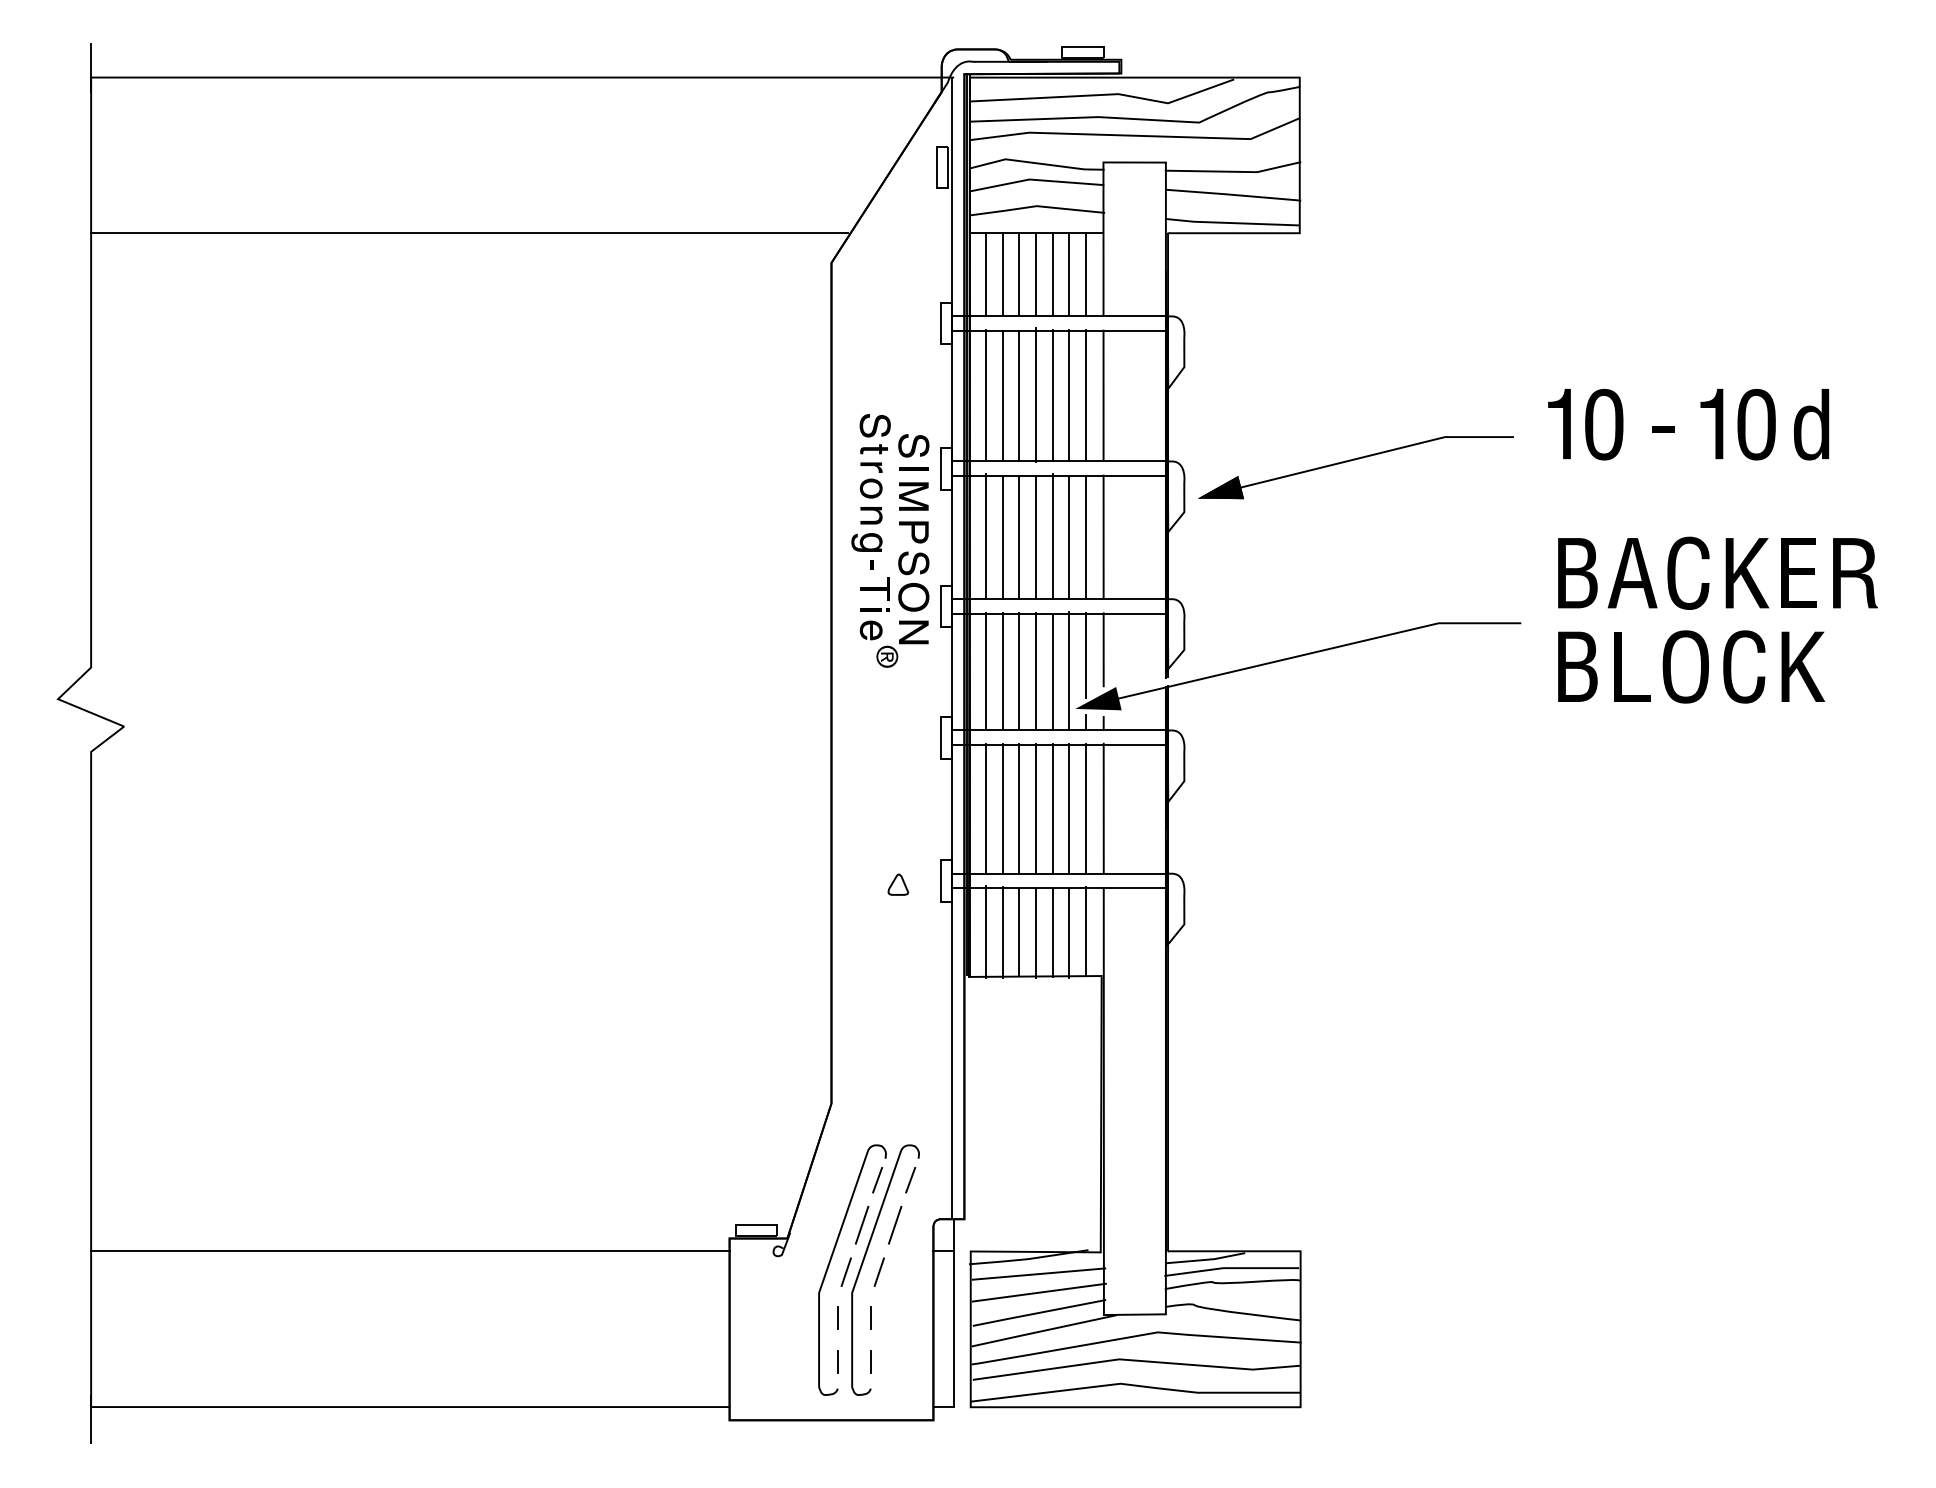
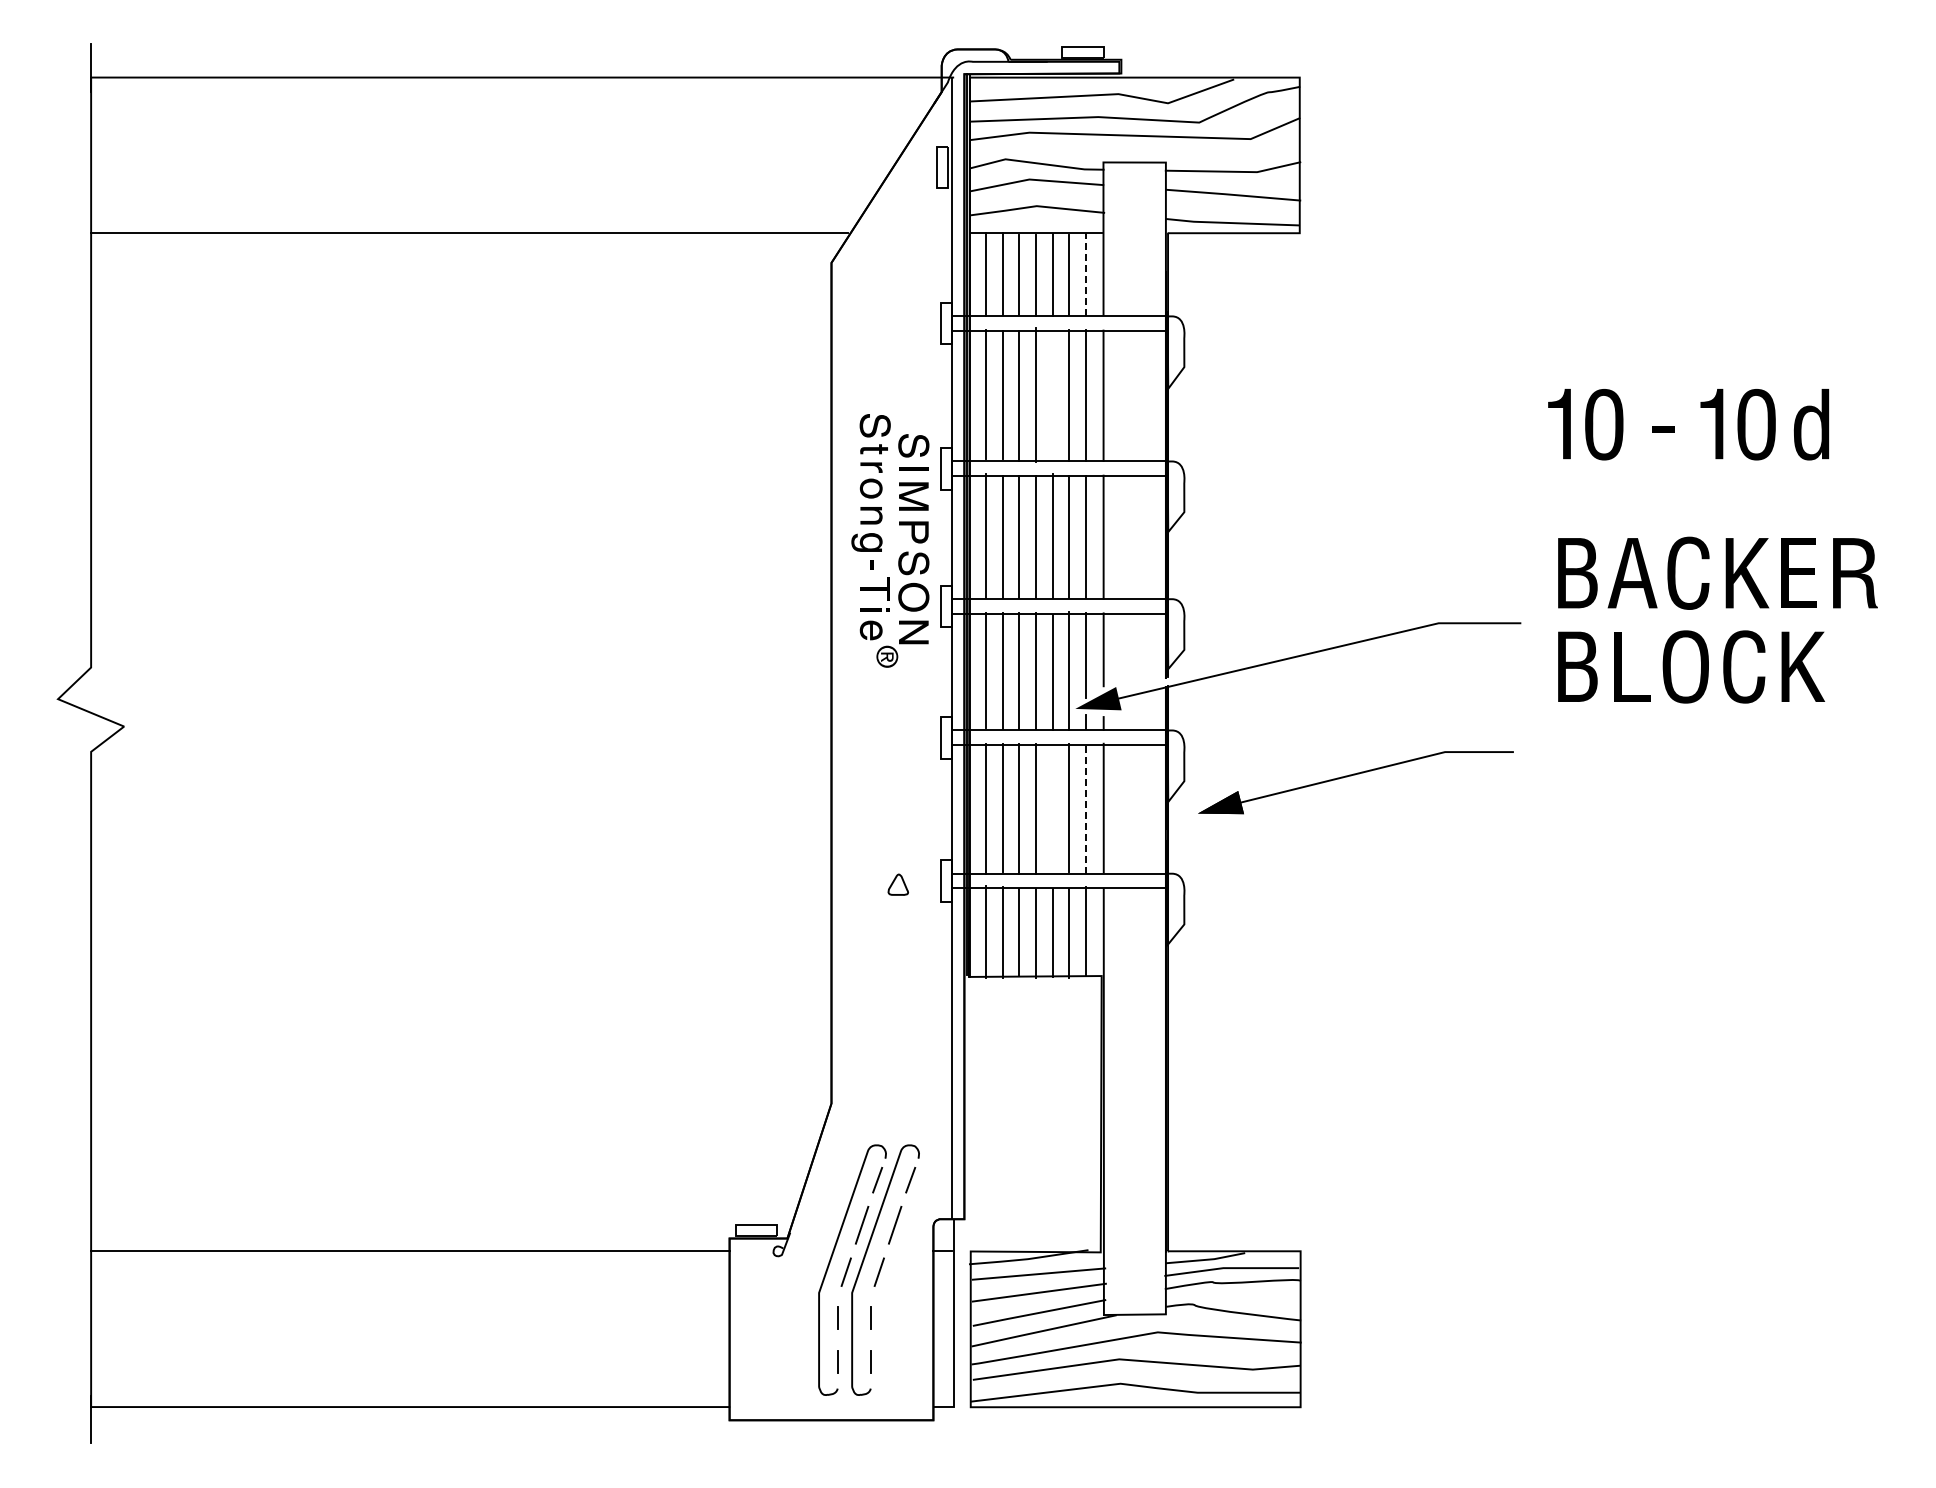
line at (1085, 274): solid -> dashed
line at (1052, 394): present -> none
part at (1355, 460) position: (1355, 460) -> (1355, 775)
line at (1052, 808): present -> none
line at (1085, 808): solid -> dashed
